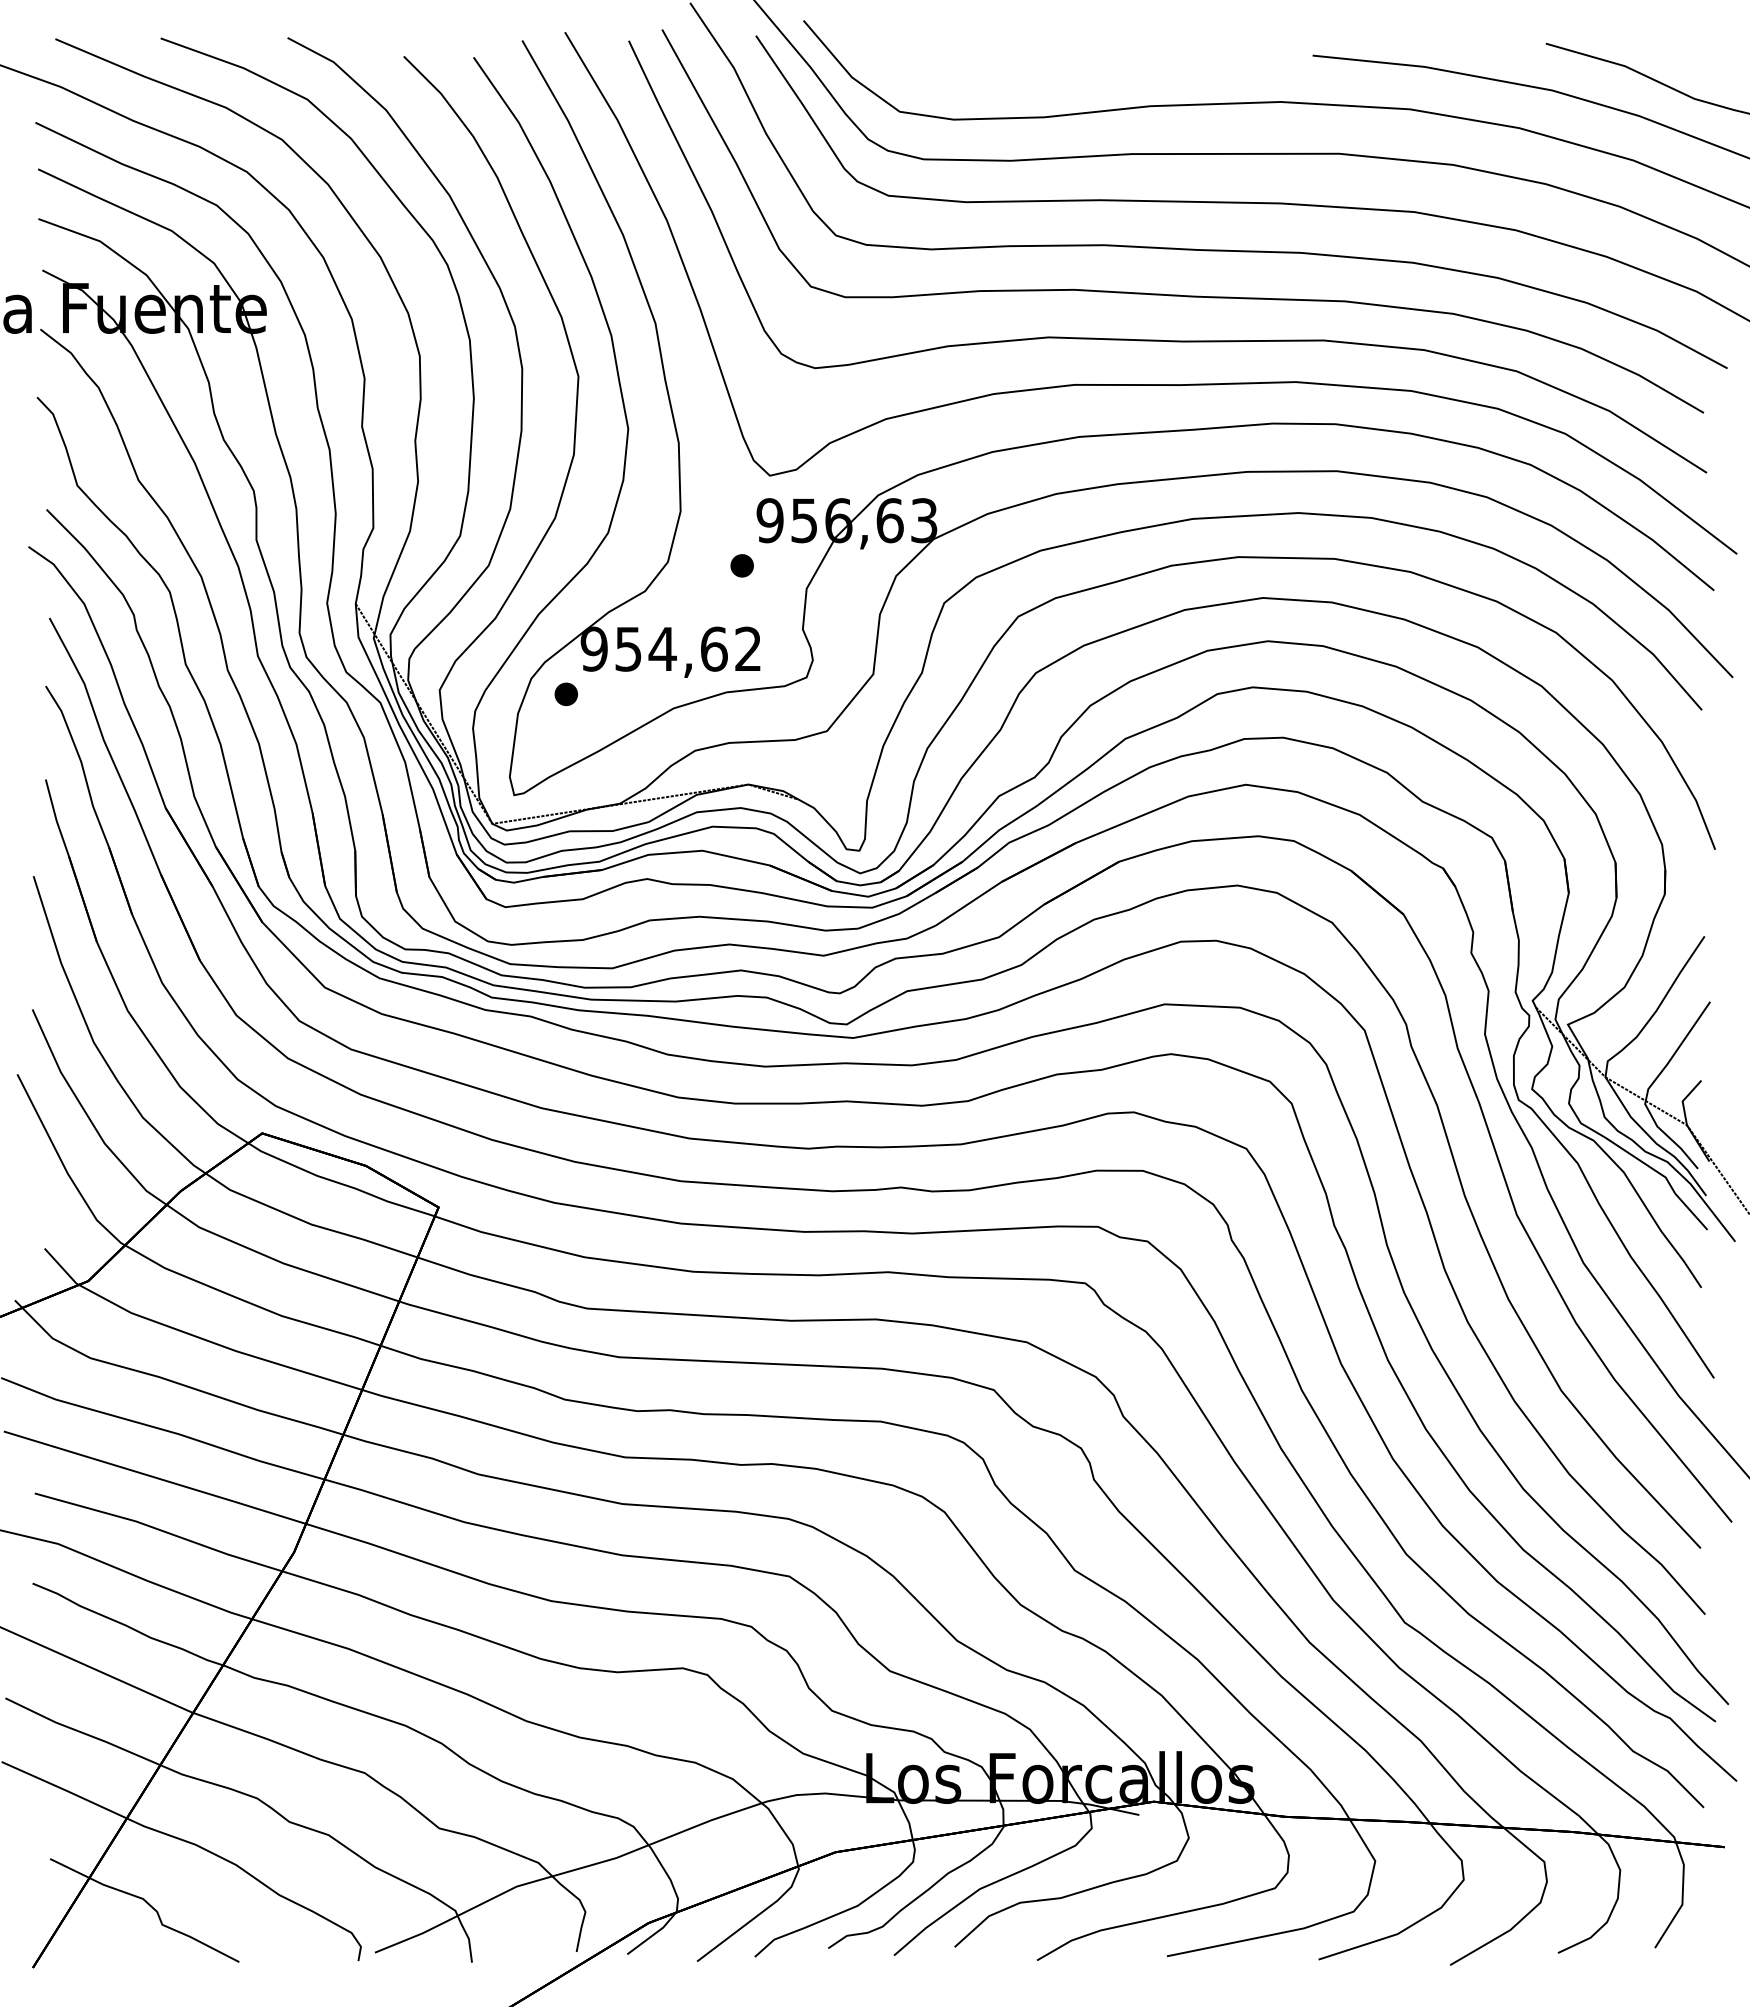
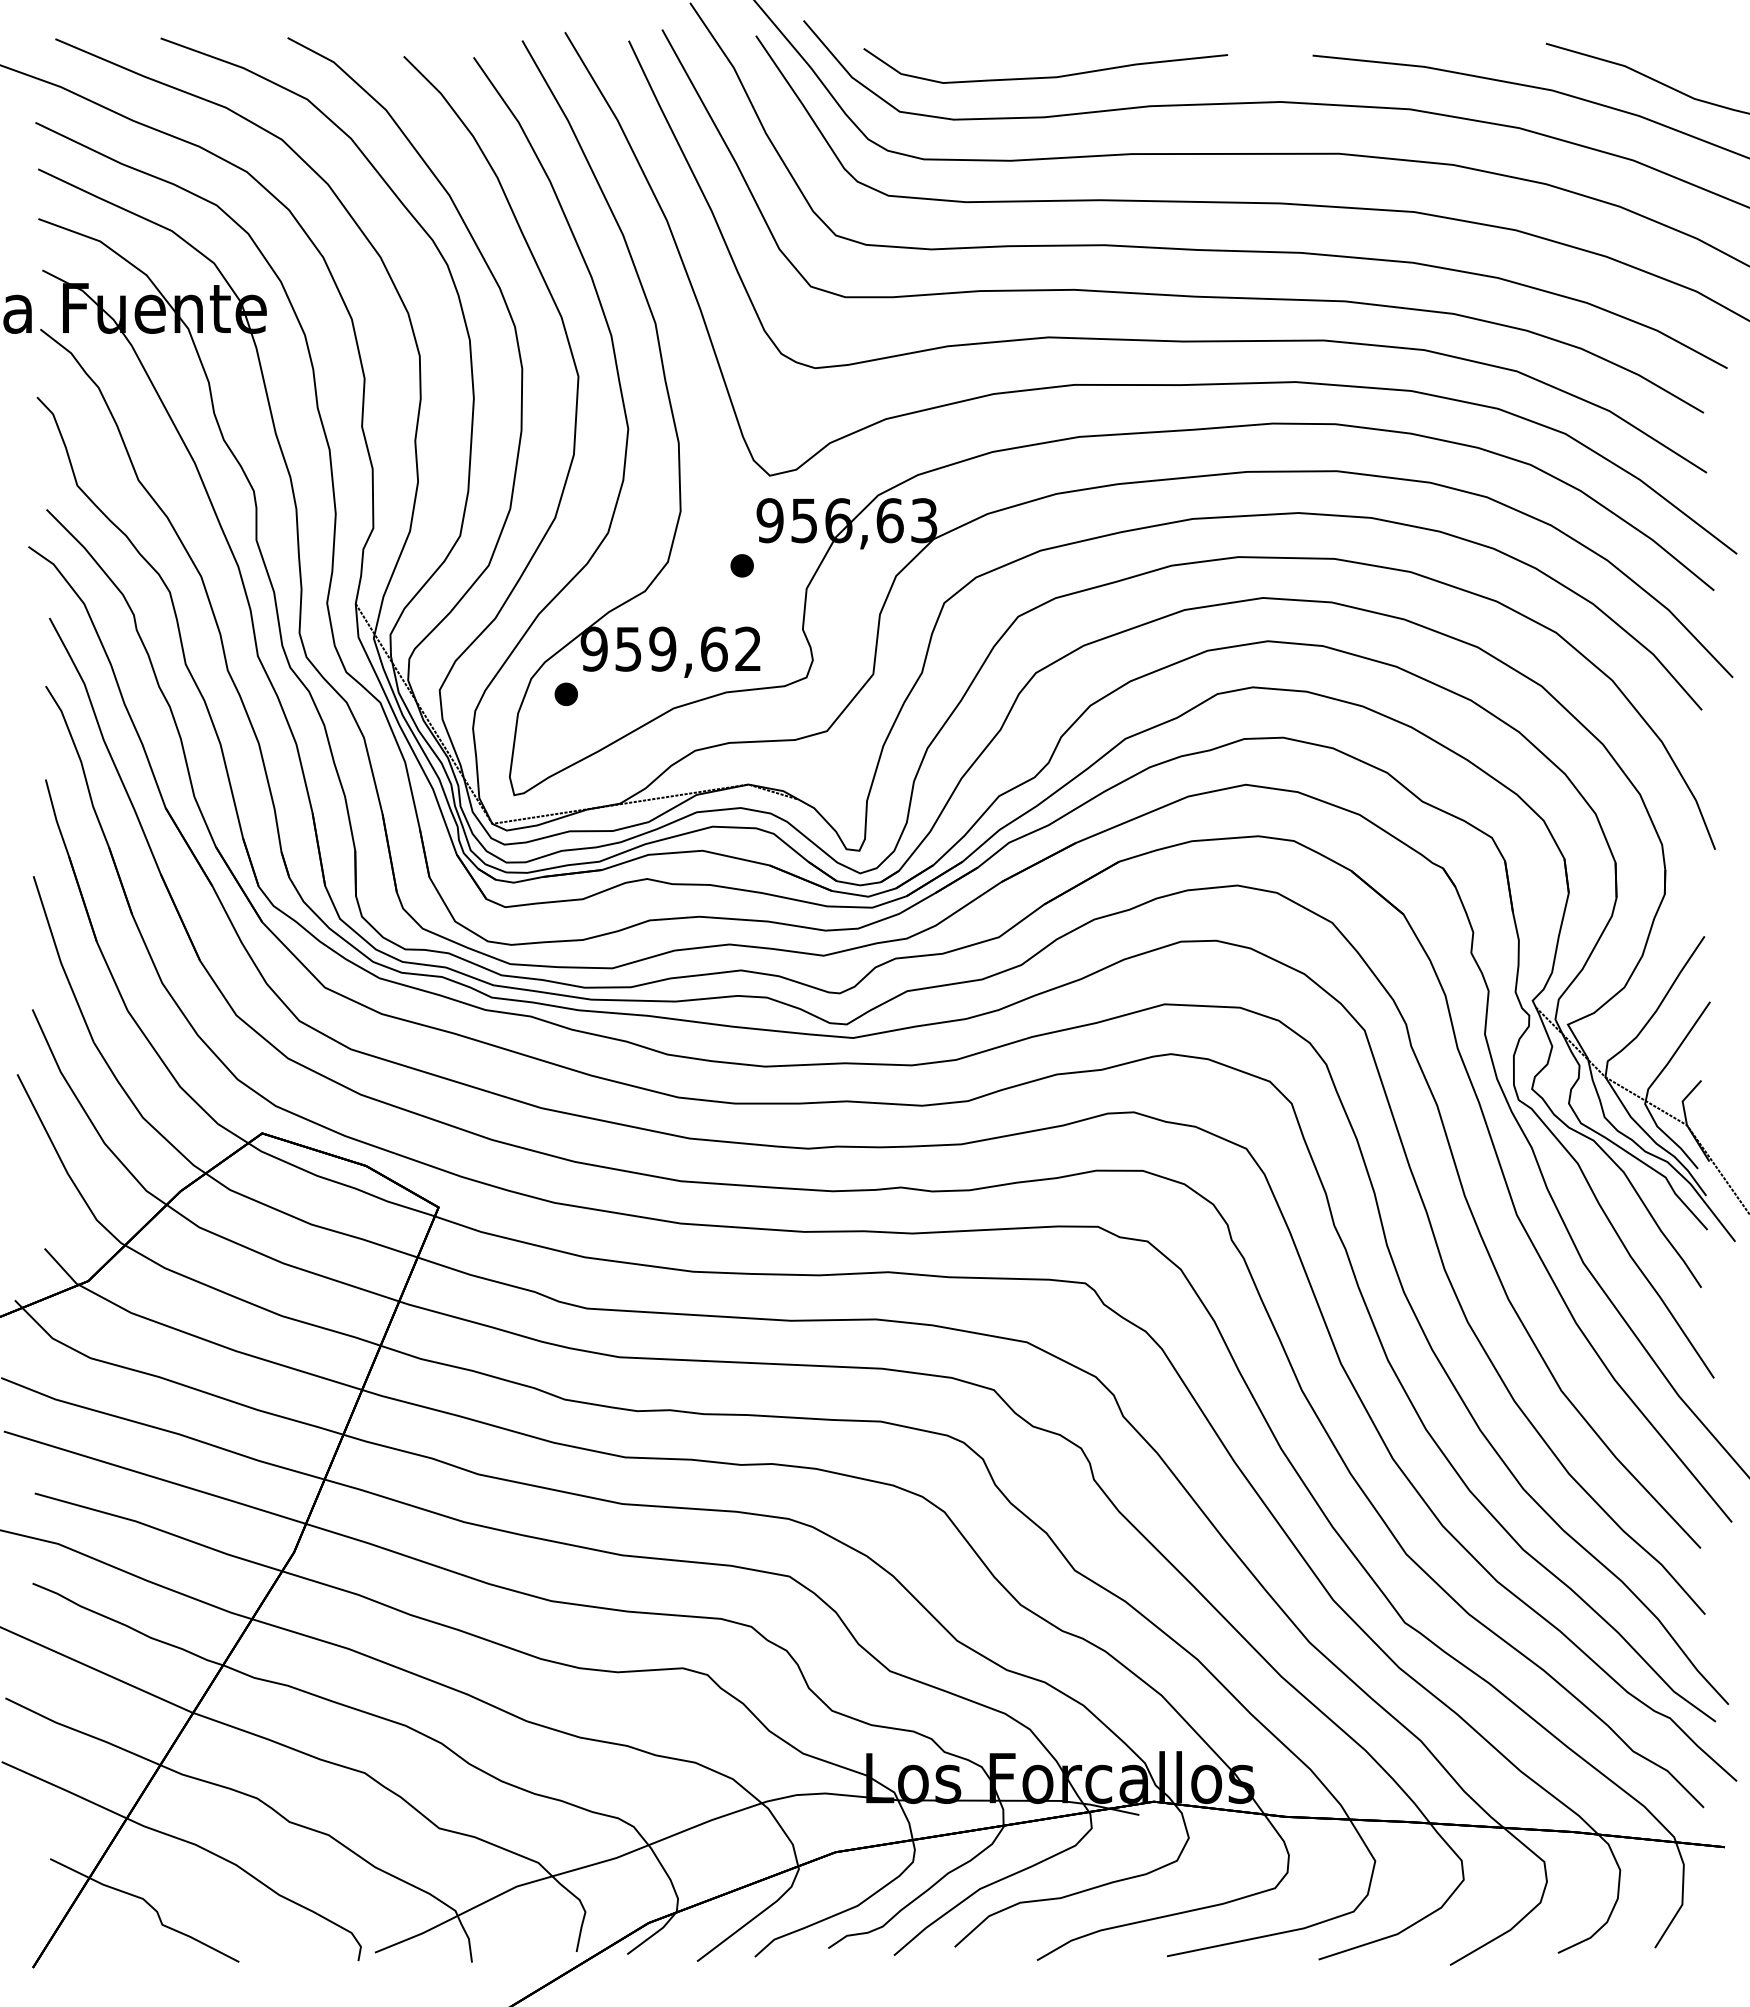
curve at (1045, 76): none -> present
text at (662, 648): 954,62 -> 959,62
